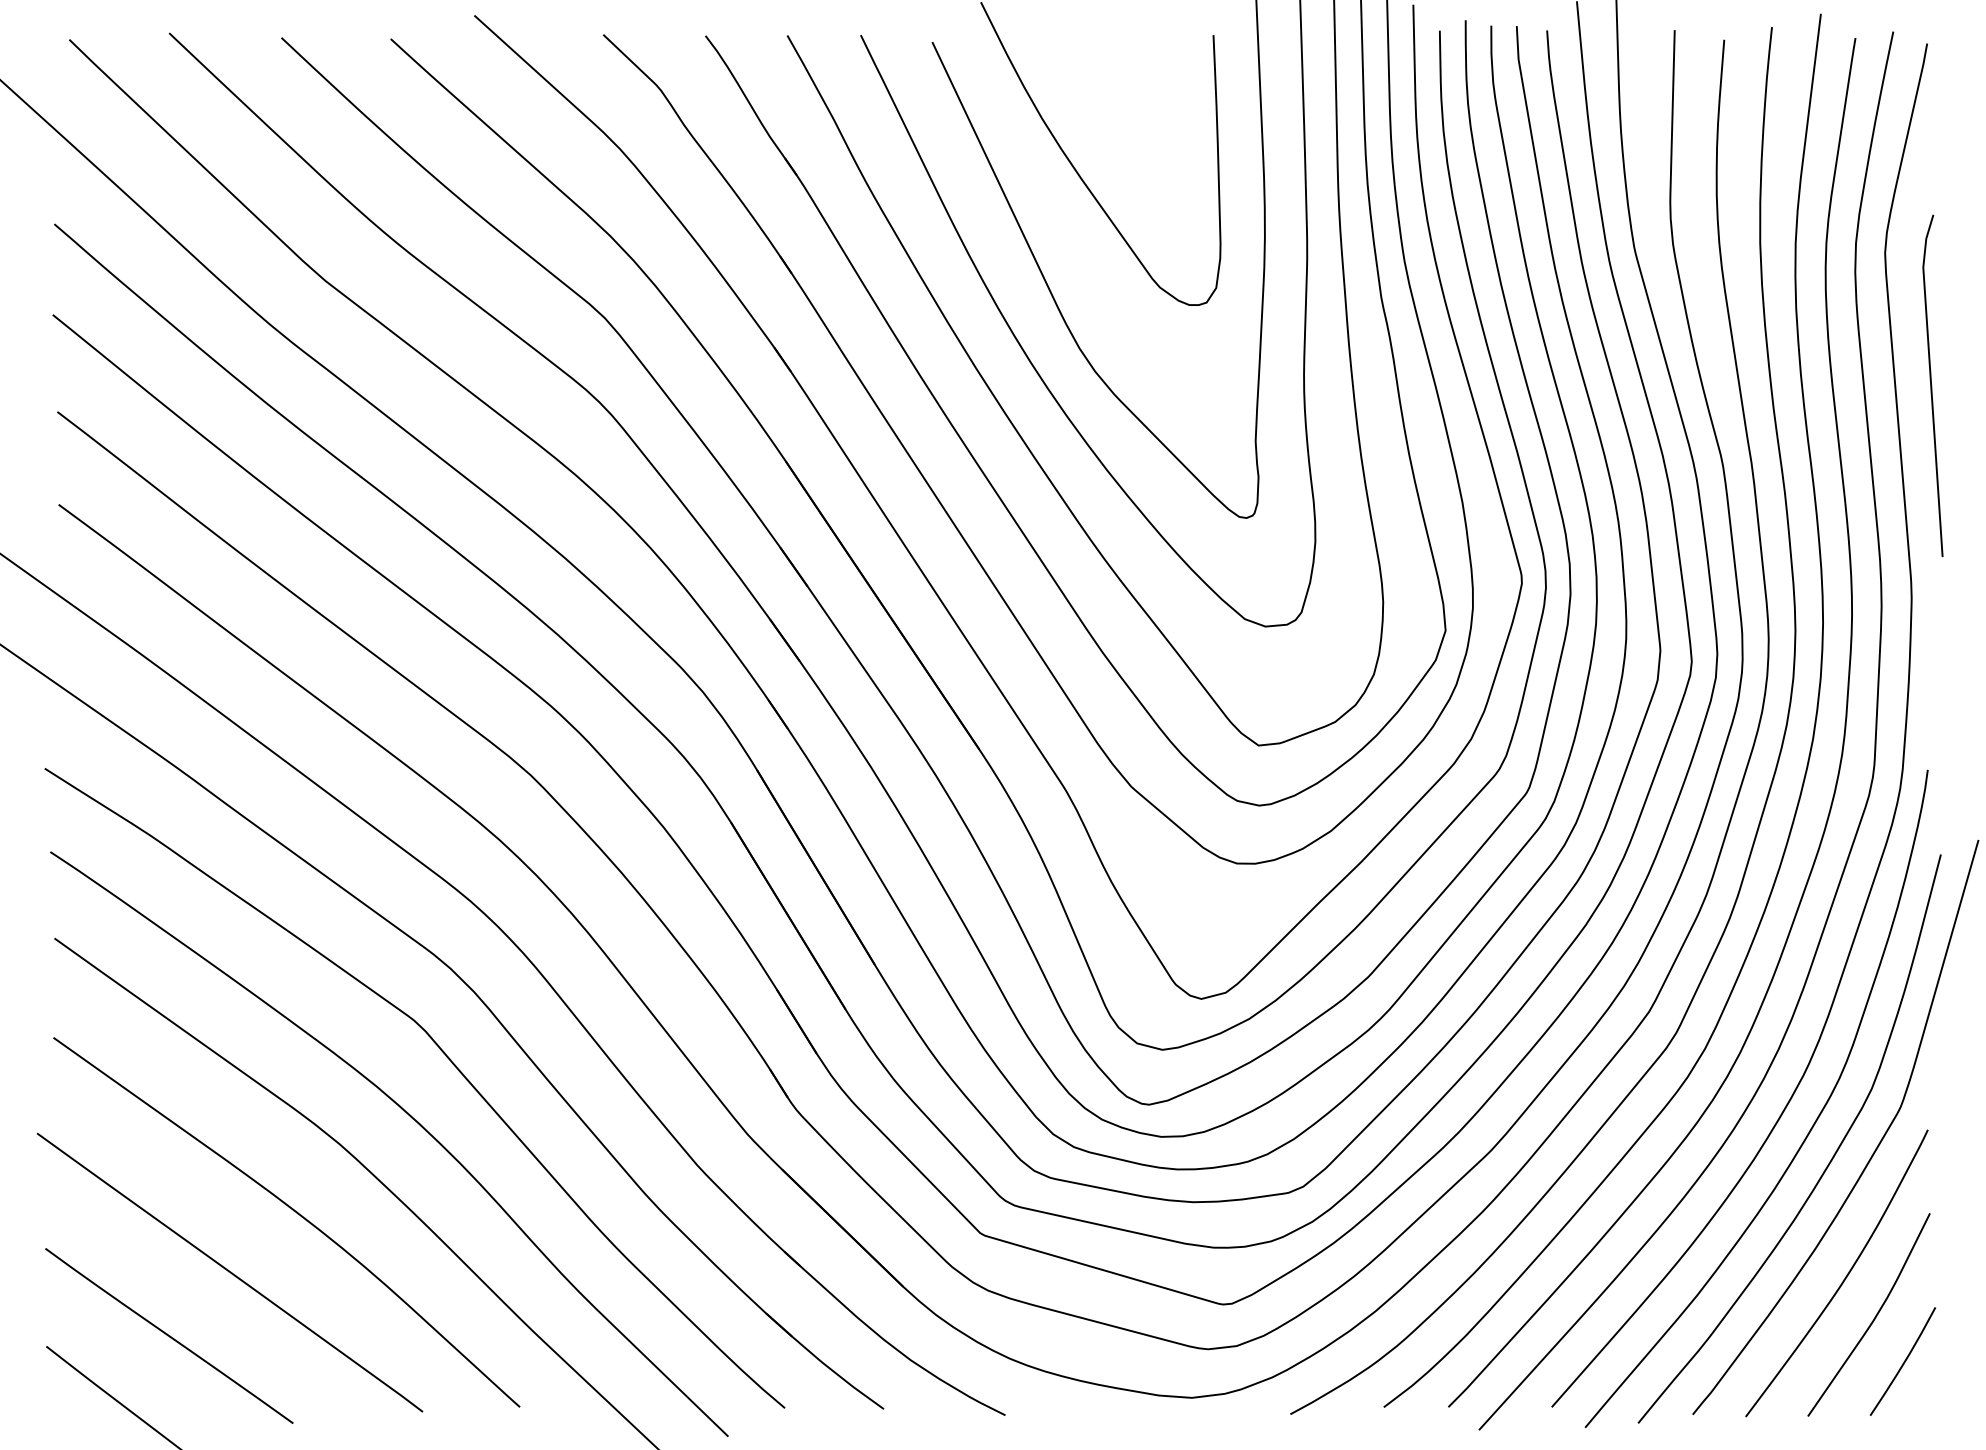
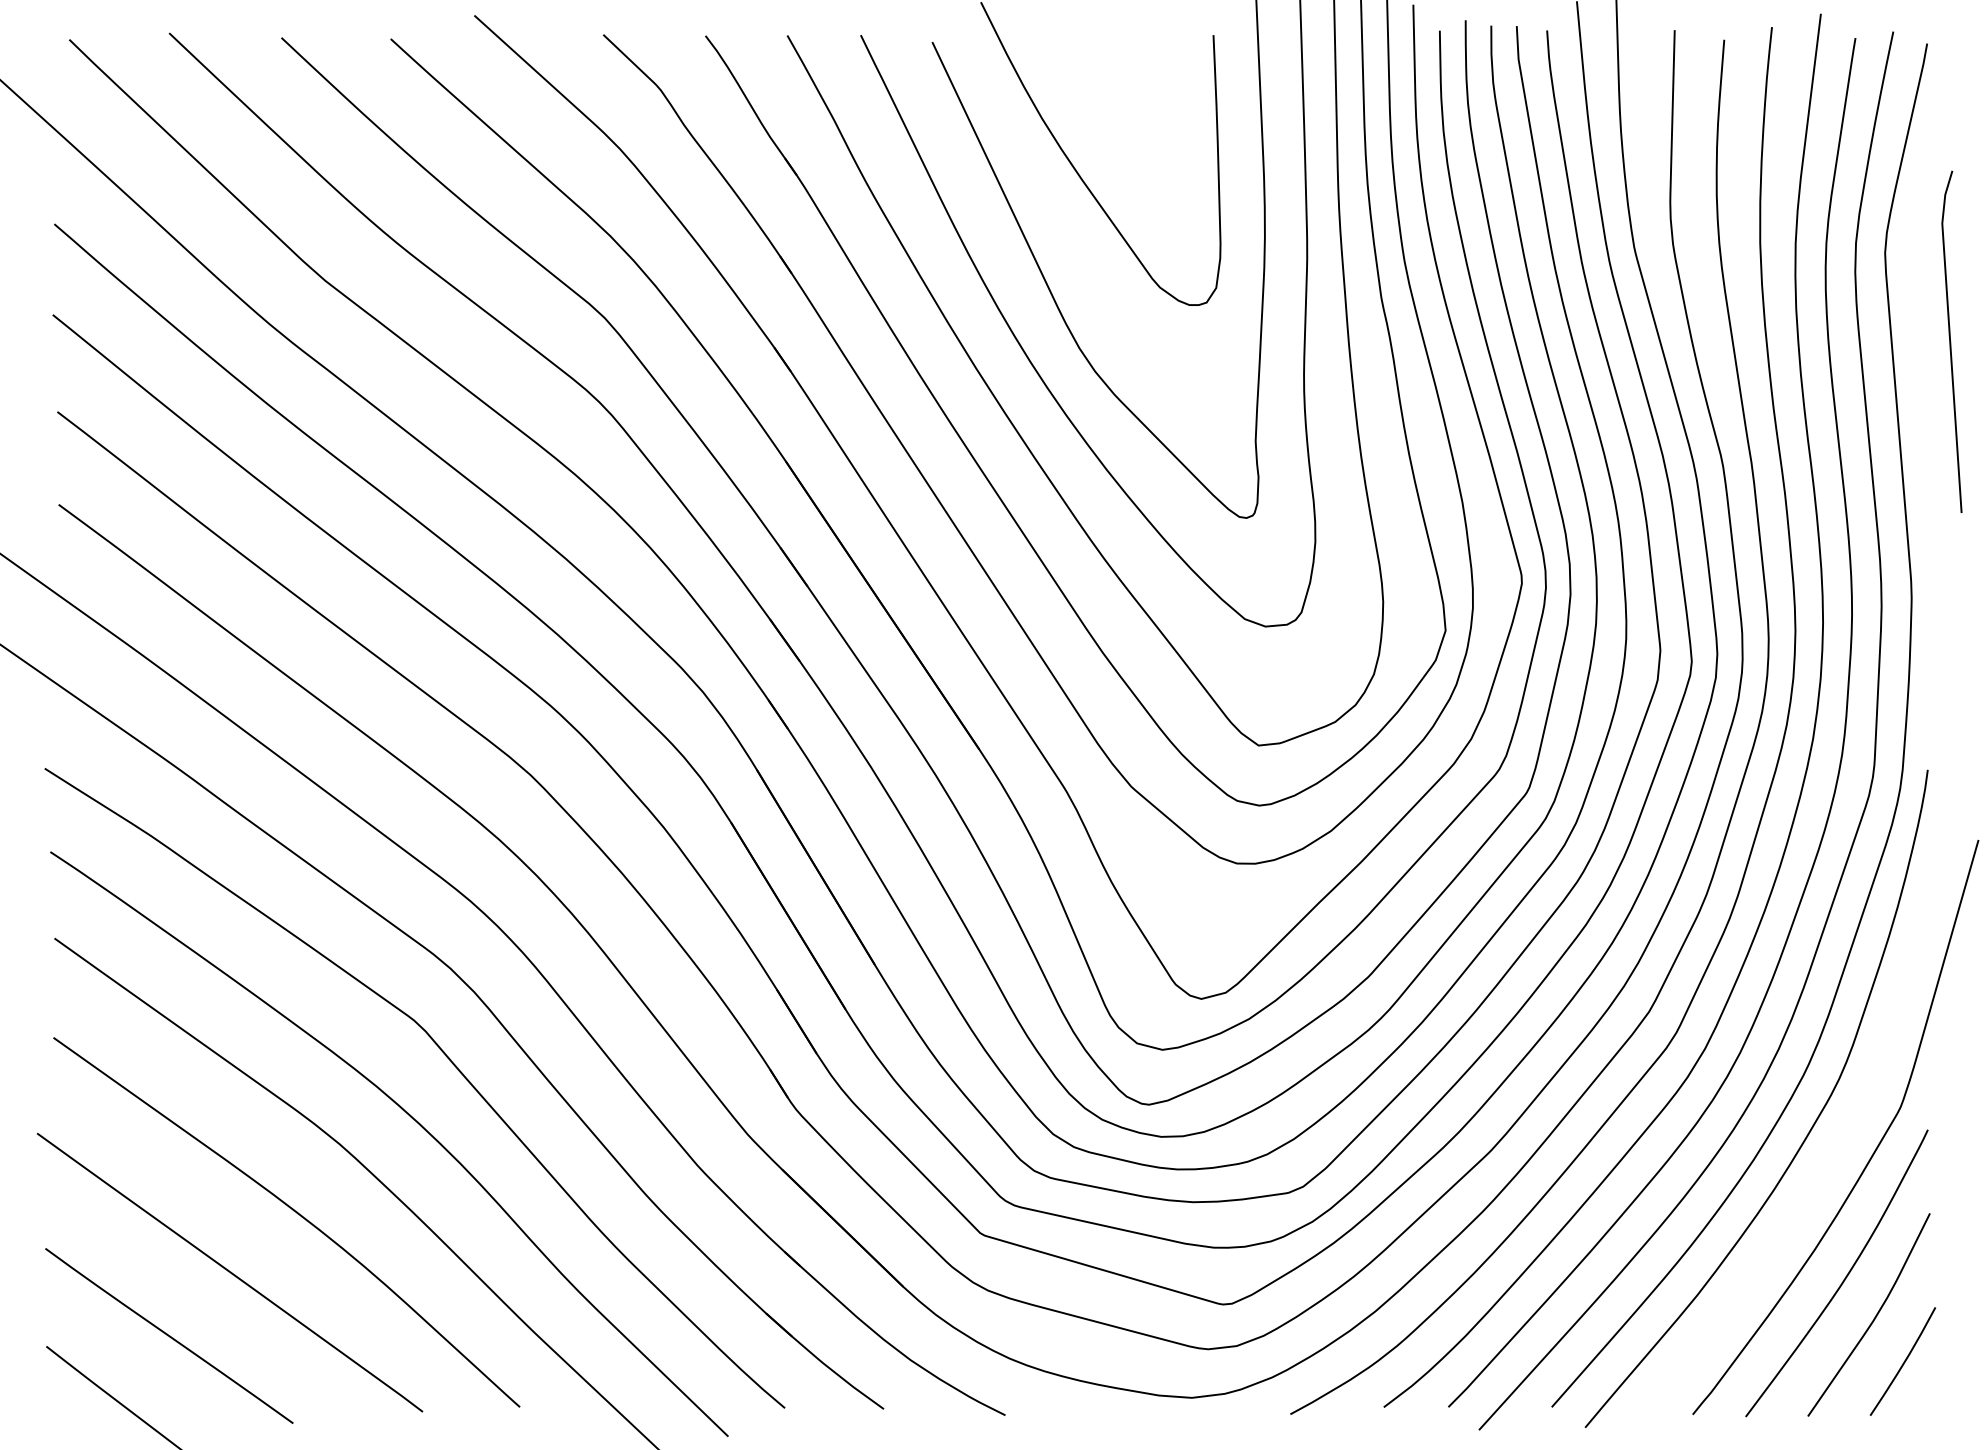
line at (1932, 385) position: (1932, 385) -> (1951, 341)
curve at (1827, 1164): present -> none
